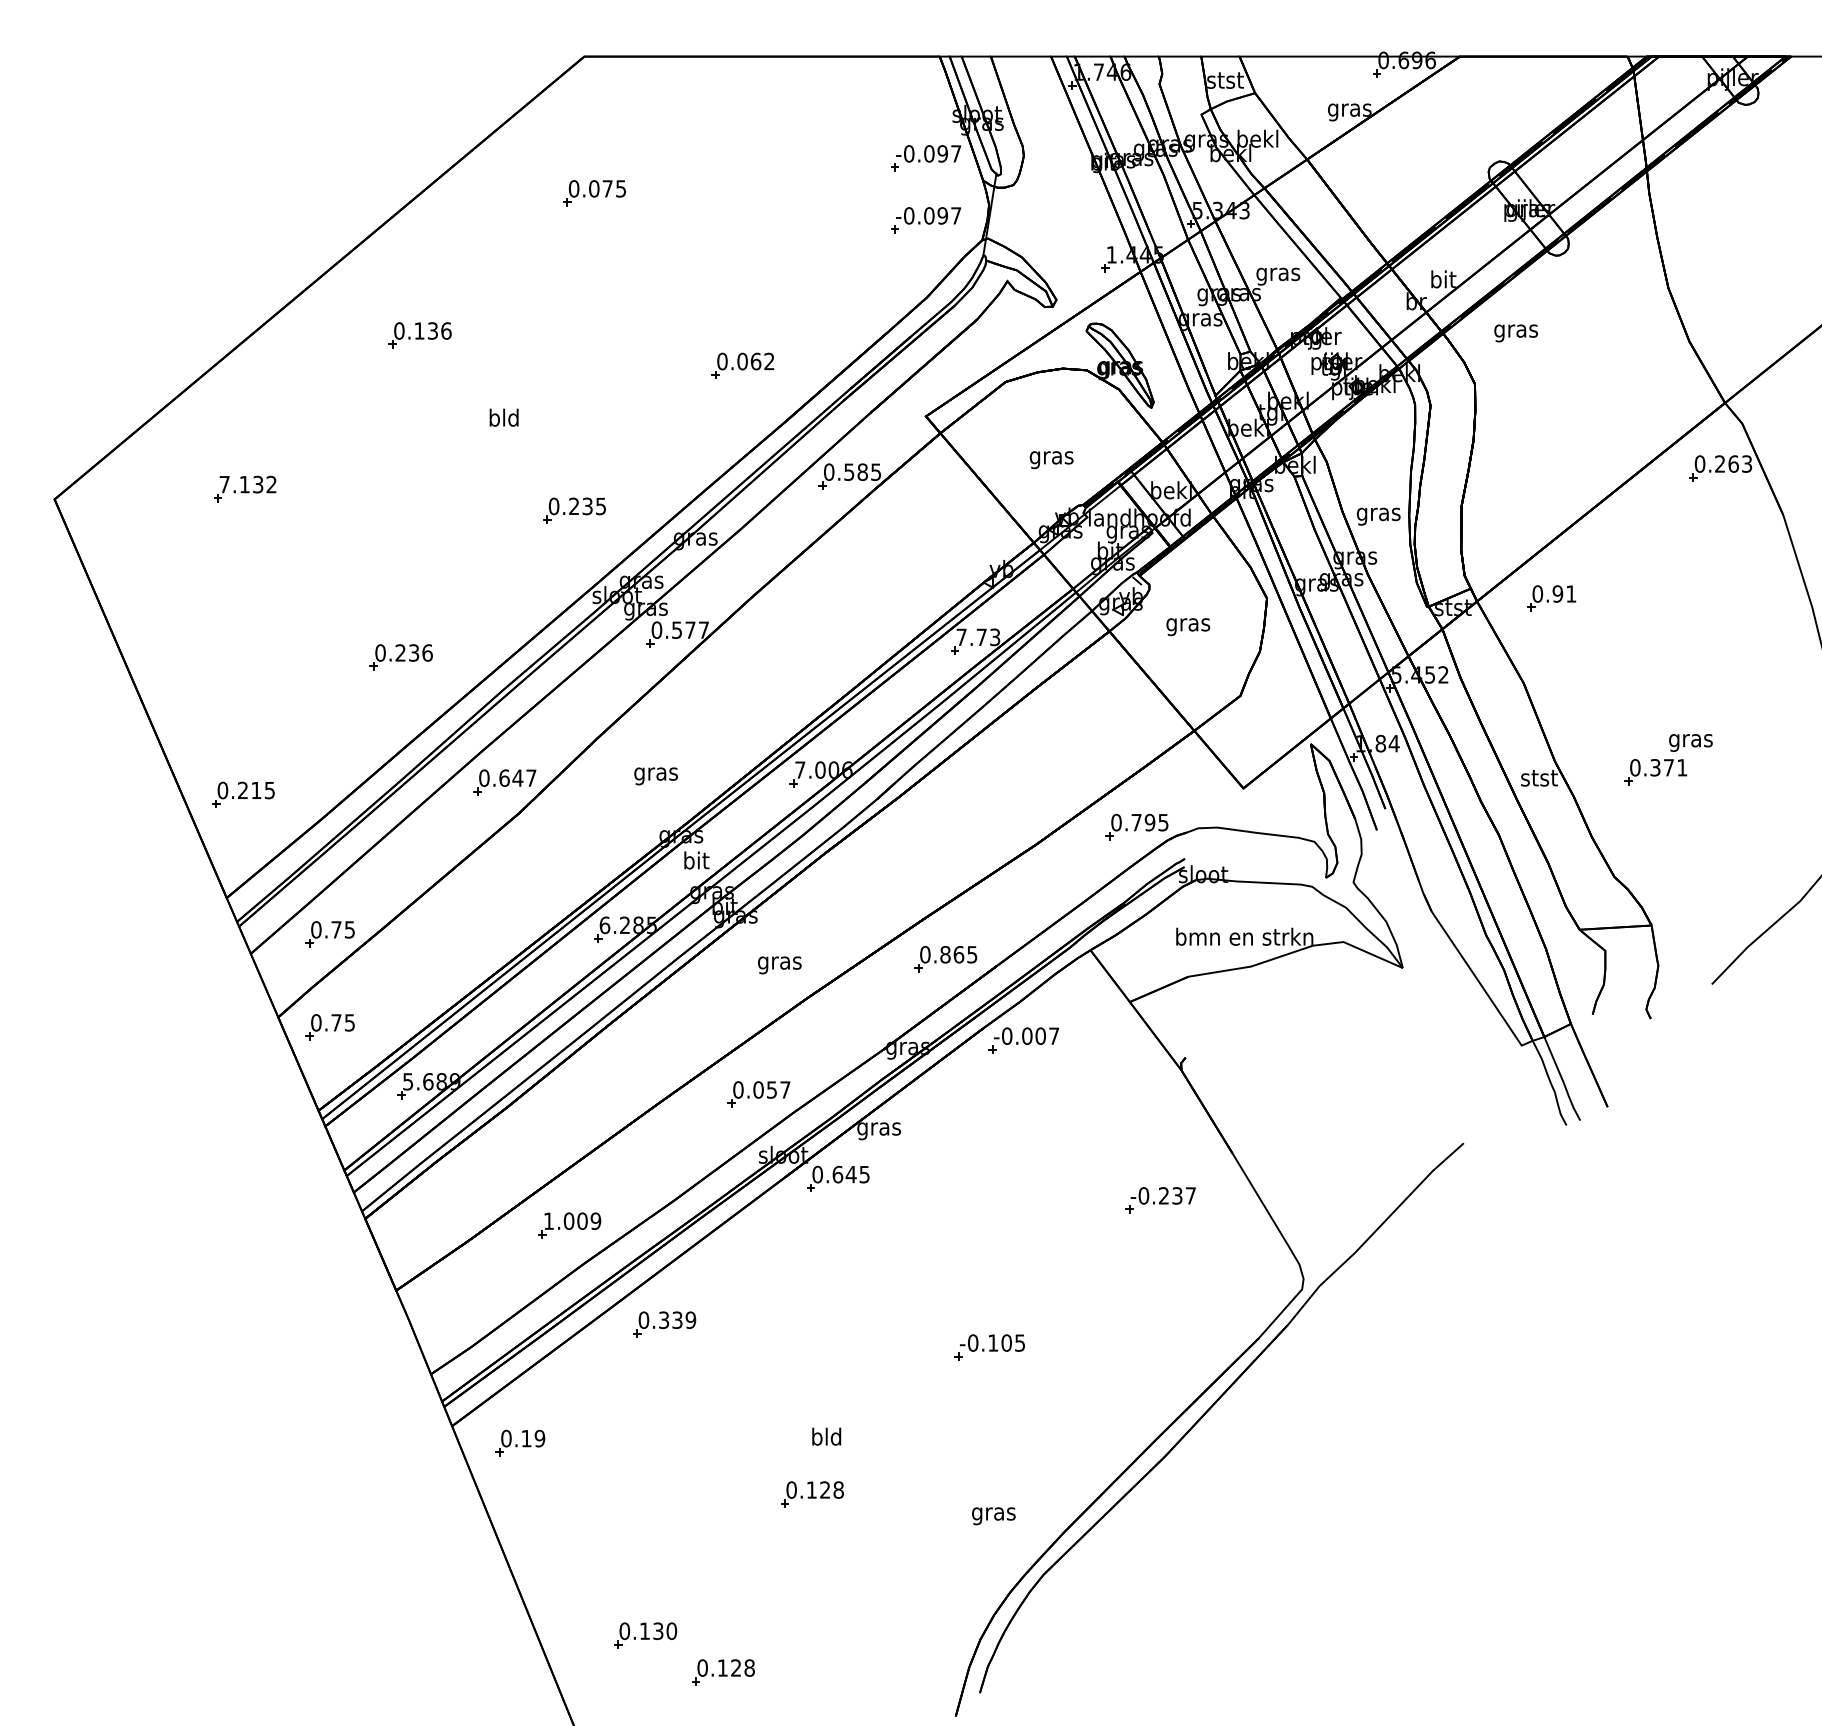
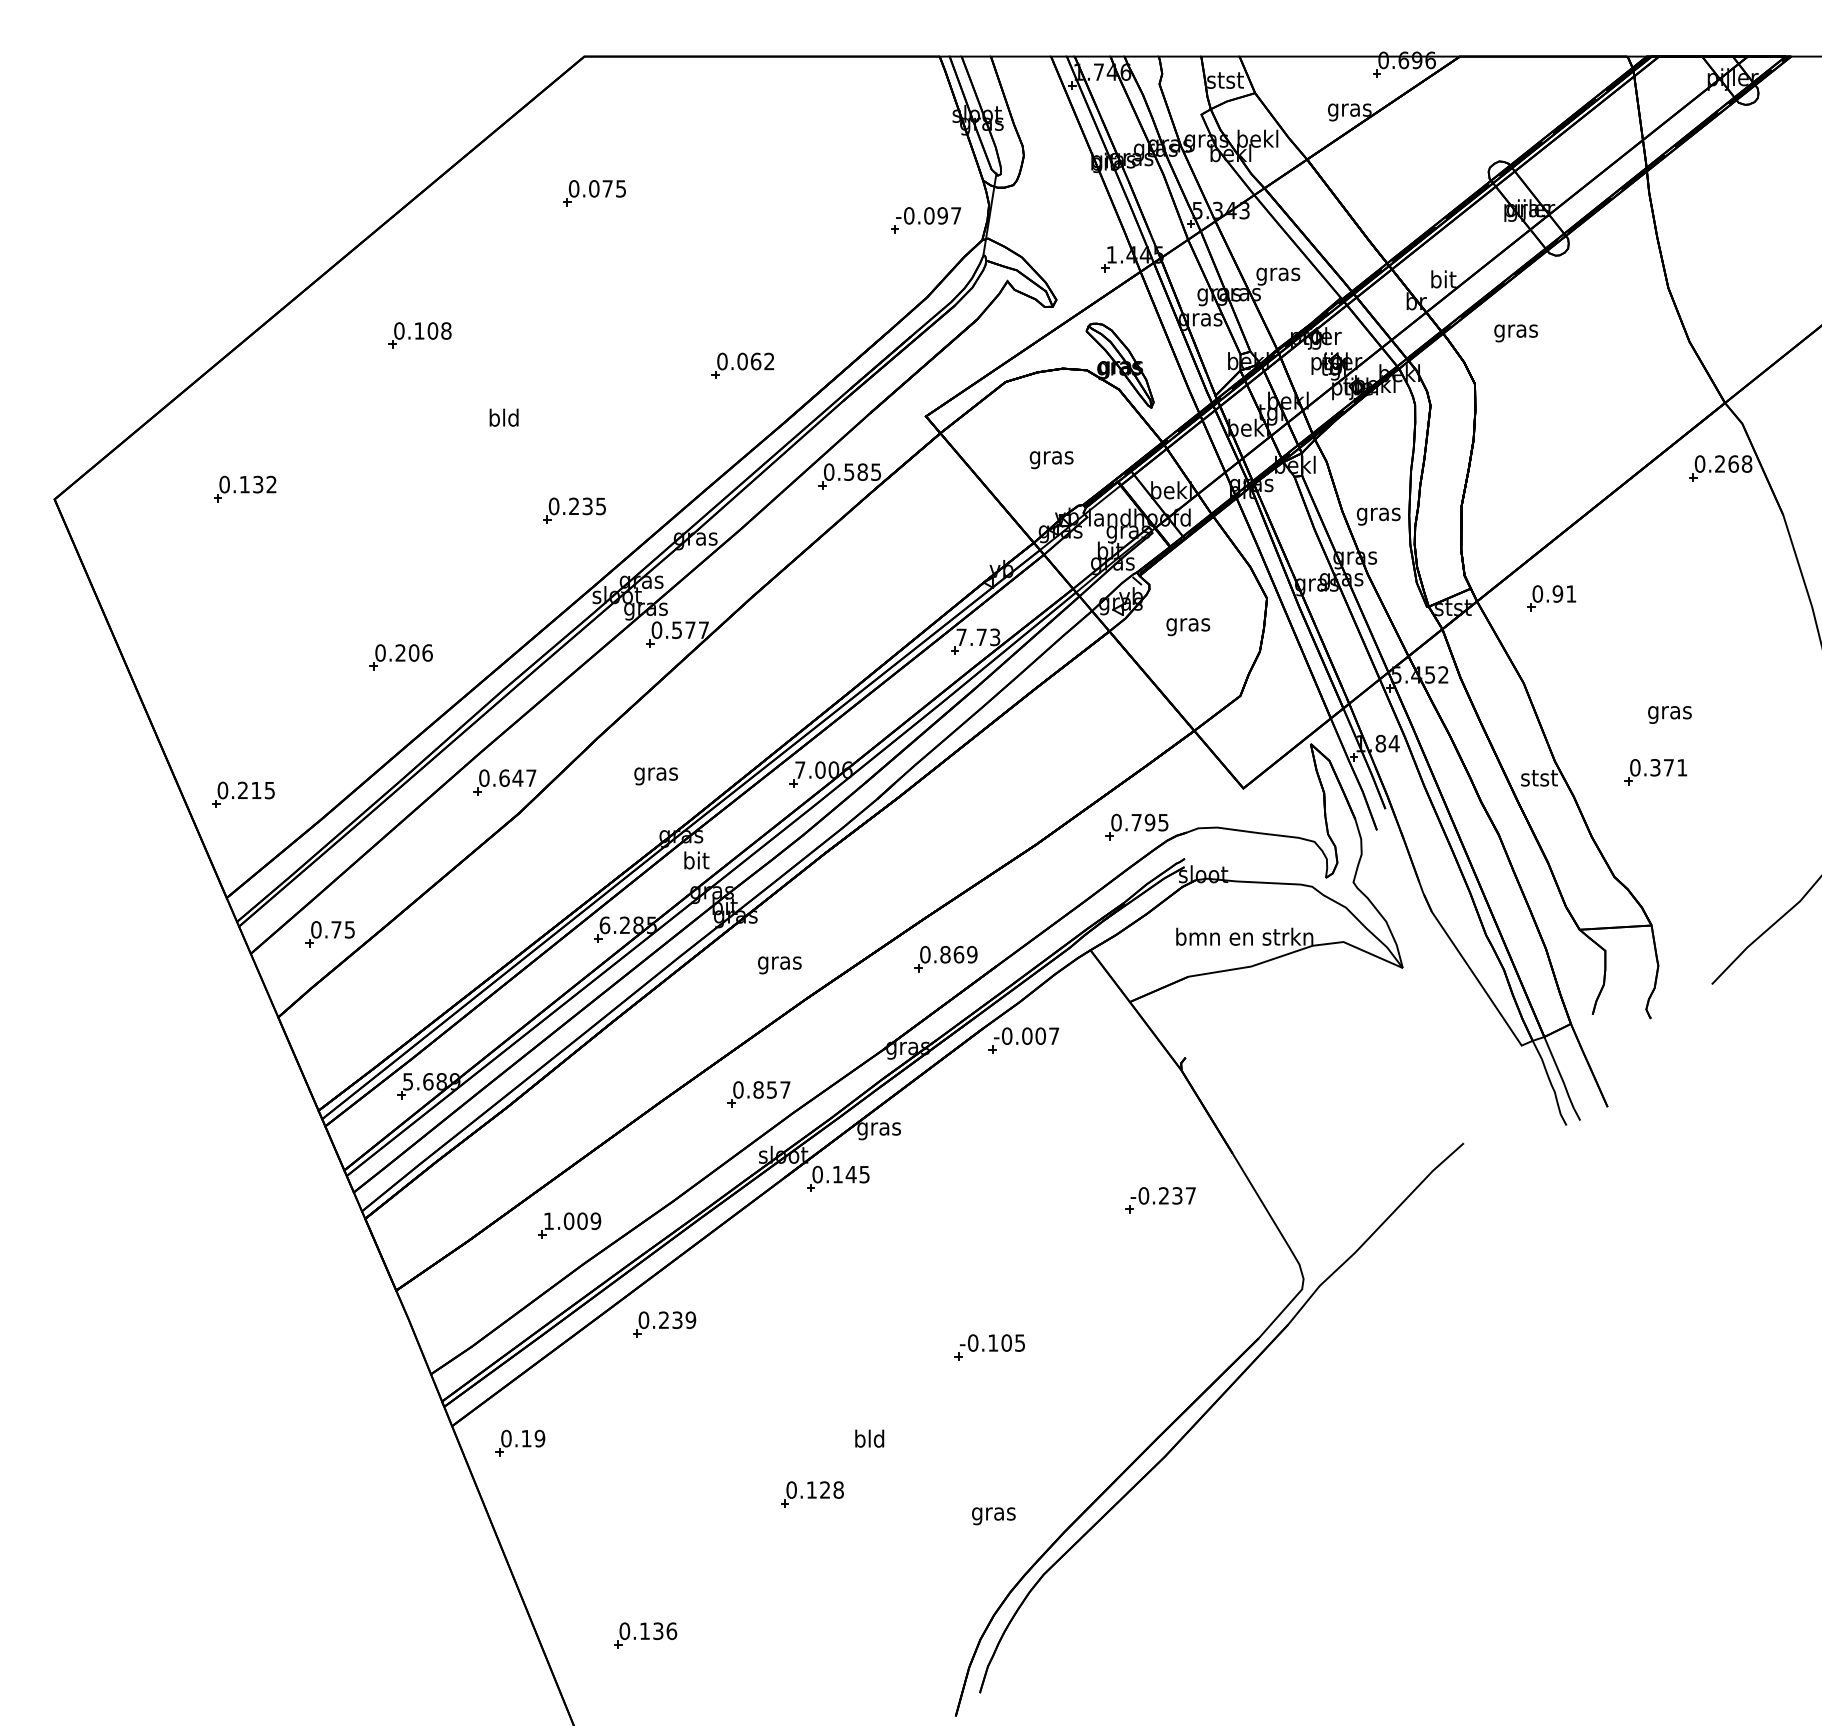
part at (926, 158): present -> none
text at (439, 330): 0.136 -> 0.108
text at (1746, 463): 0.263 -> 0.268
text at (224, 484): 7.132 -> 0.132
text at (413, 652): 0.236 -> 0.206
text at (1690, 742) position: (1690, 742) -> (1669, 714)
text at (972, 954): 0.865 -> 0.869
part at (329, 1027): present -> none
text at (758, 1089): 0.057 -> 0.857
text at (837, 1174): 0.645 -> 0.145
text at (664, 1320): 0.339 -> 0.239
text at (826, 1436) position: (826, 1436) -> (869, 1438)
text at (671, 1630): 0.130 -> 0.136
part at (723, 1672): present -> none
